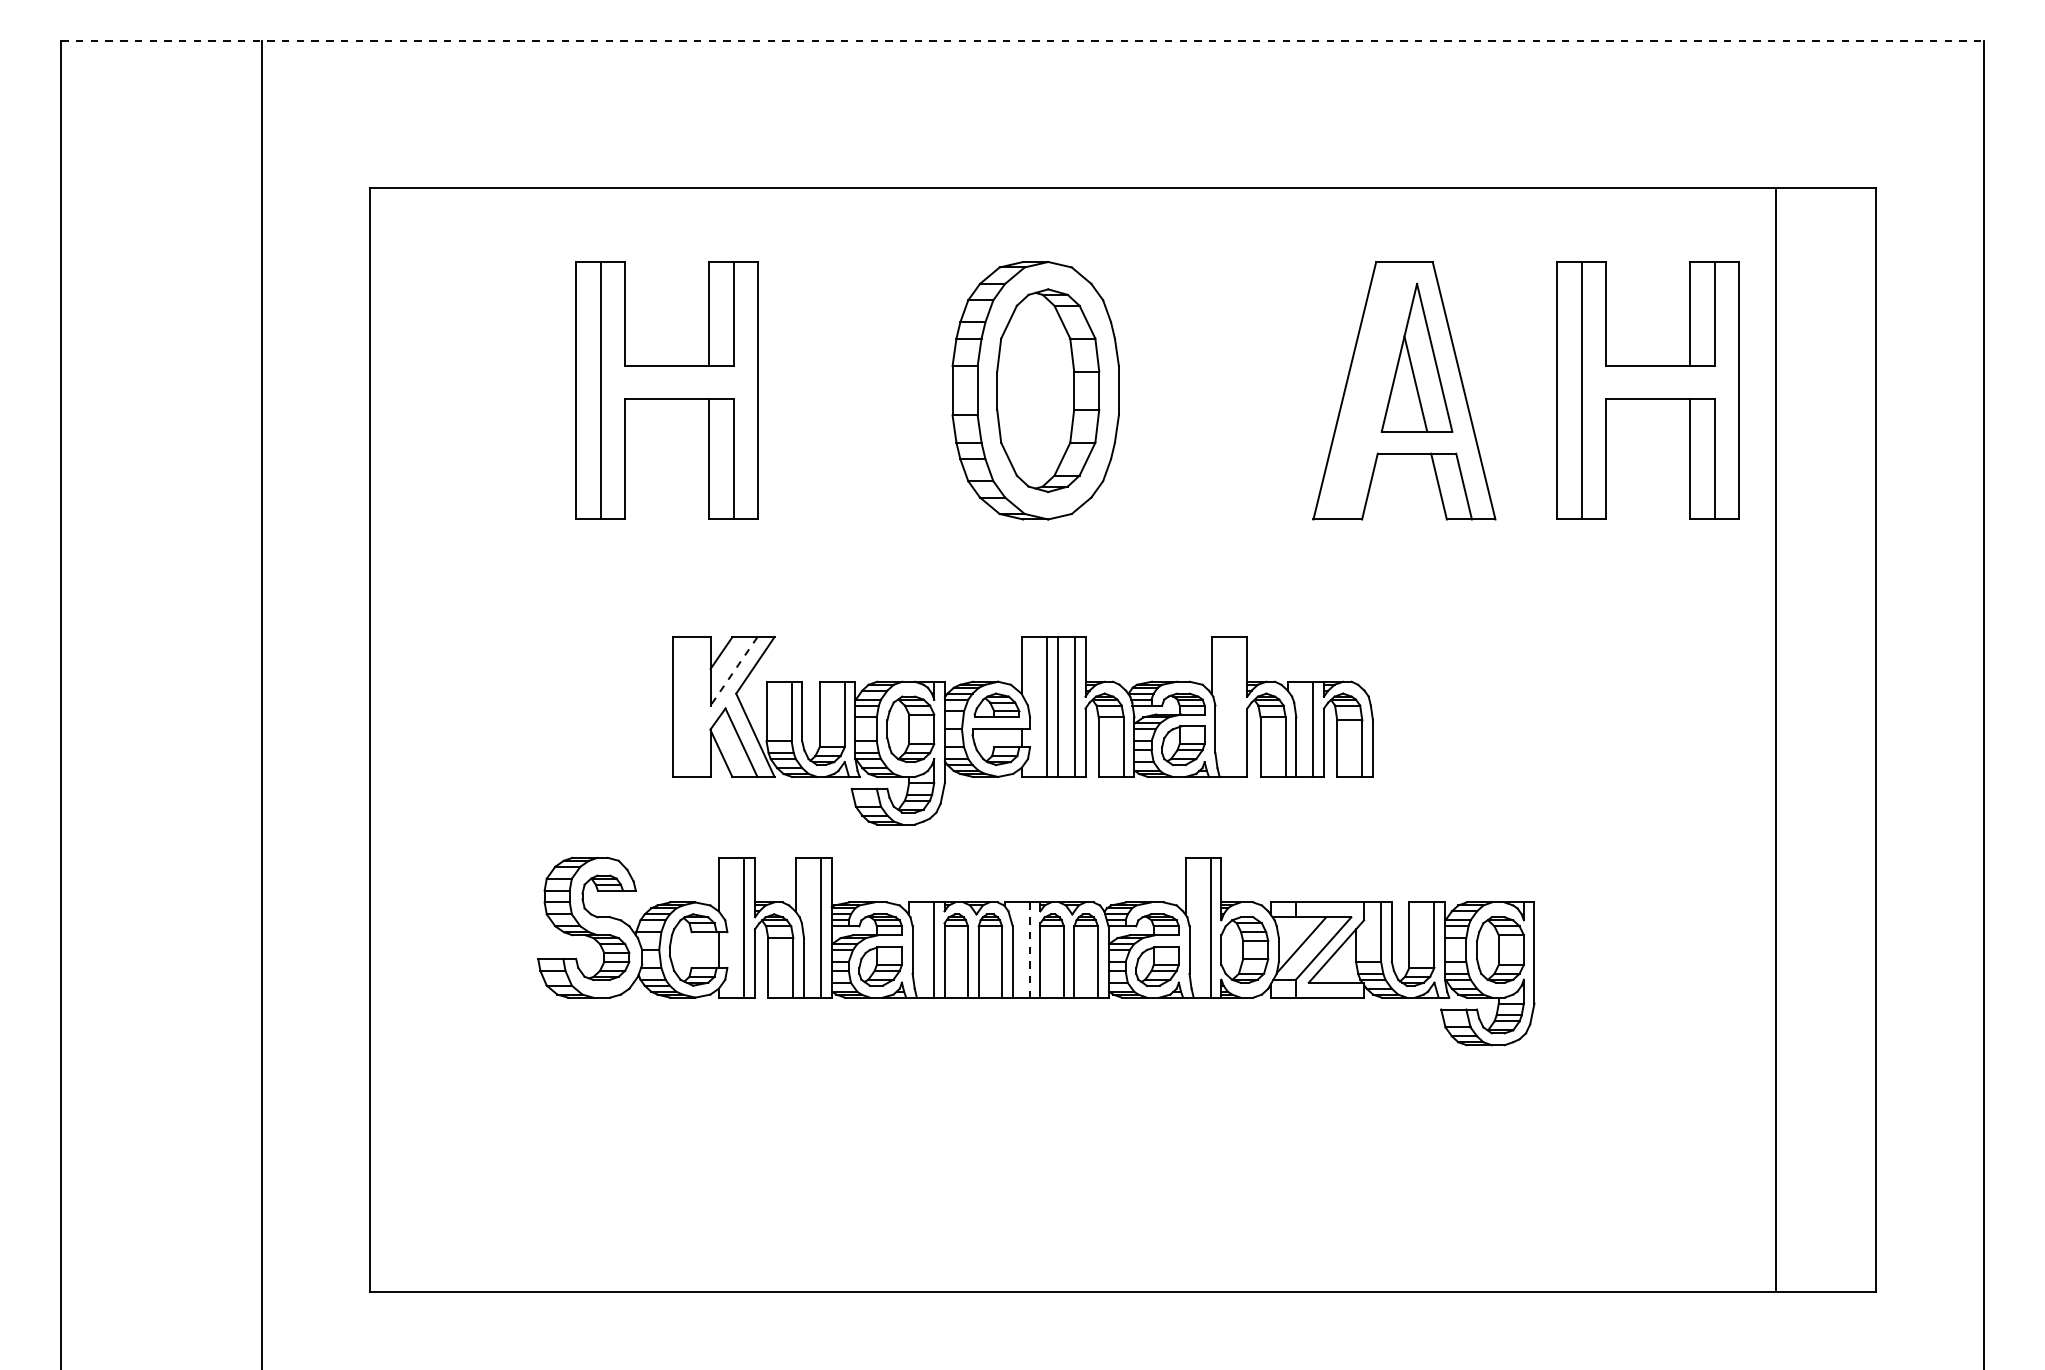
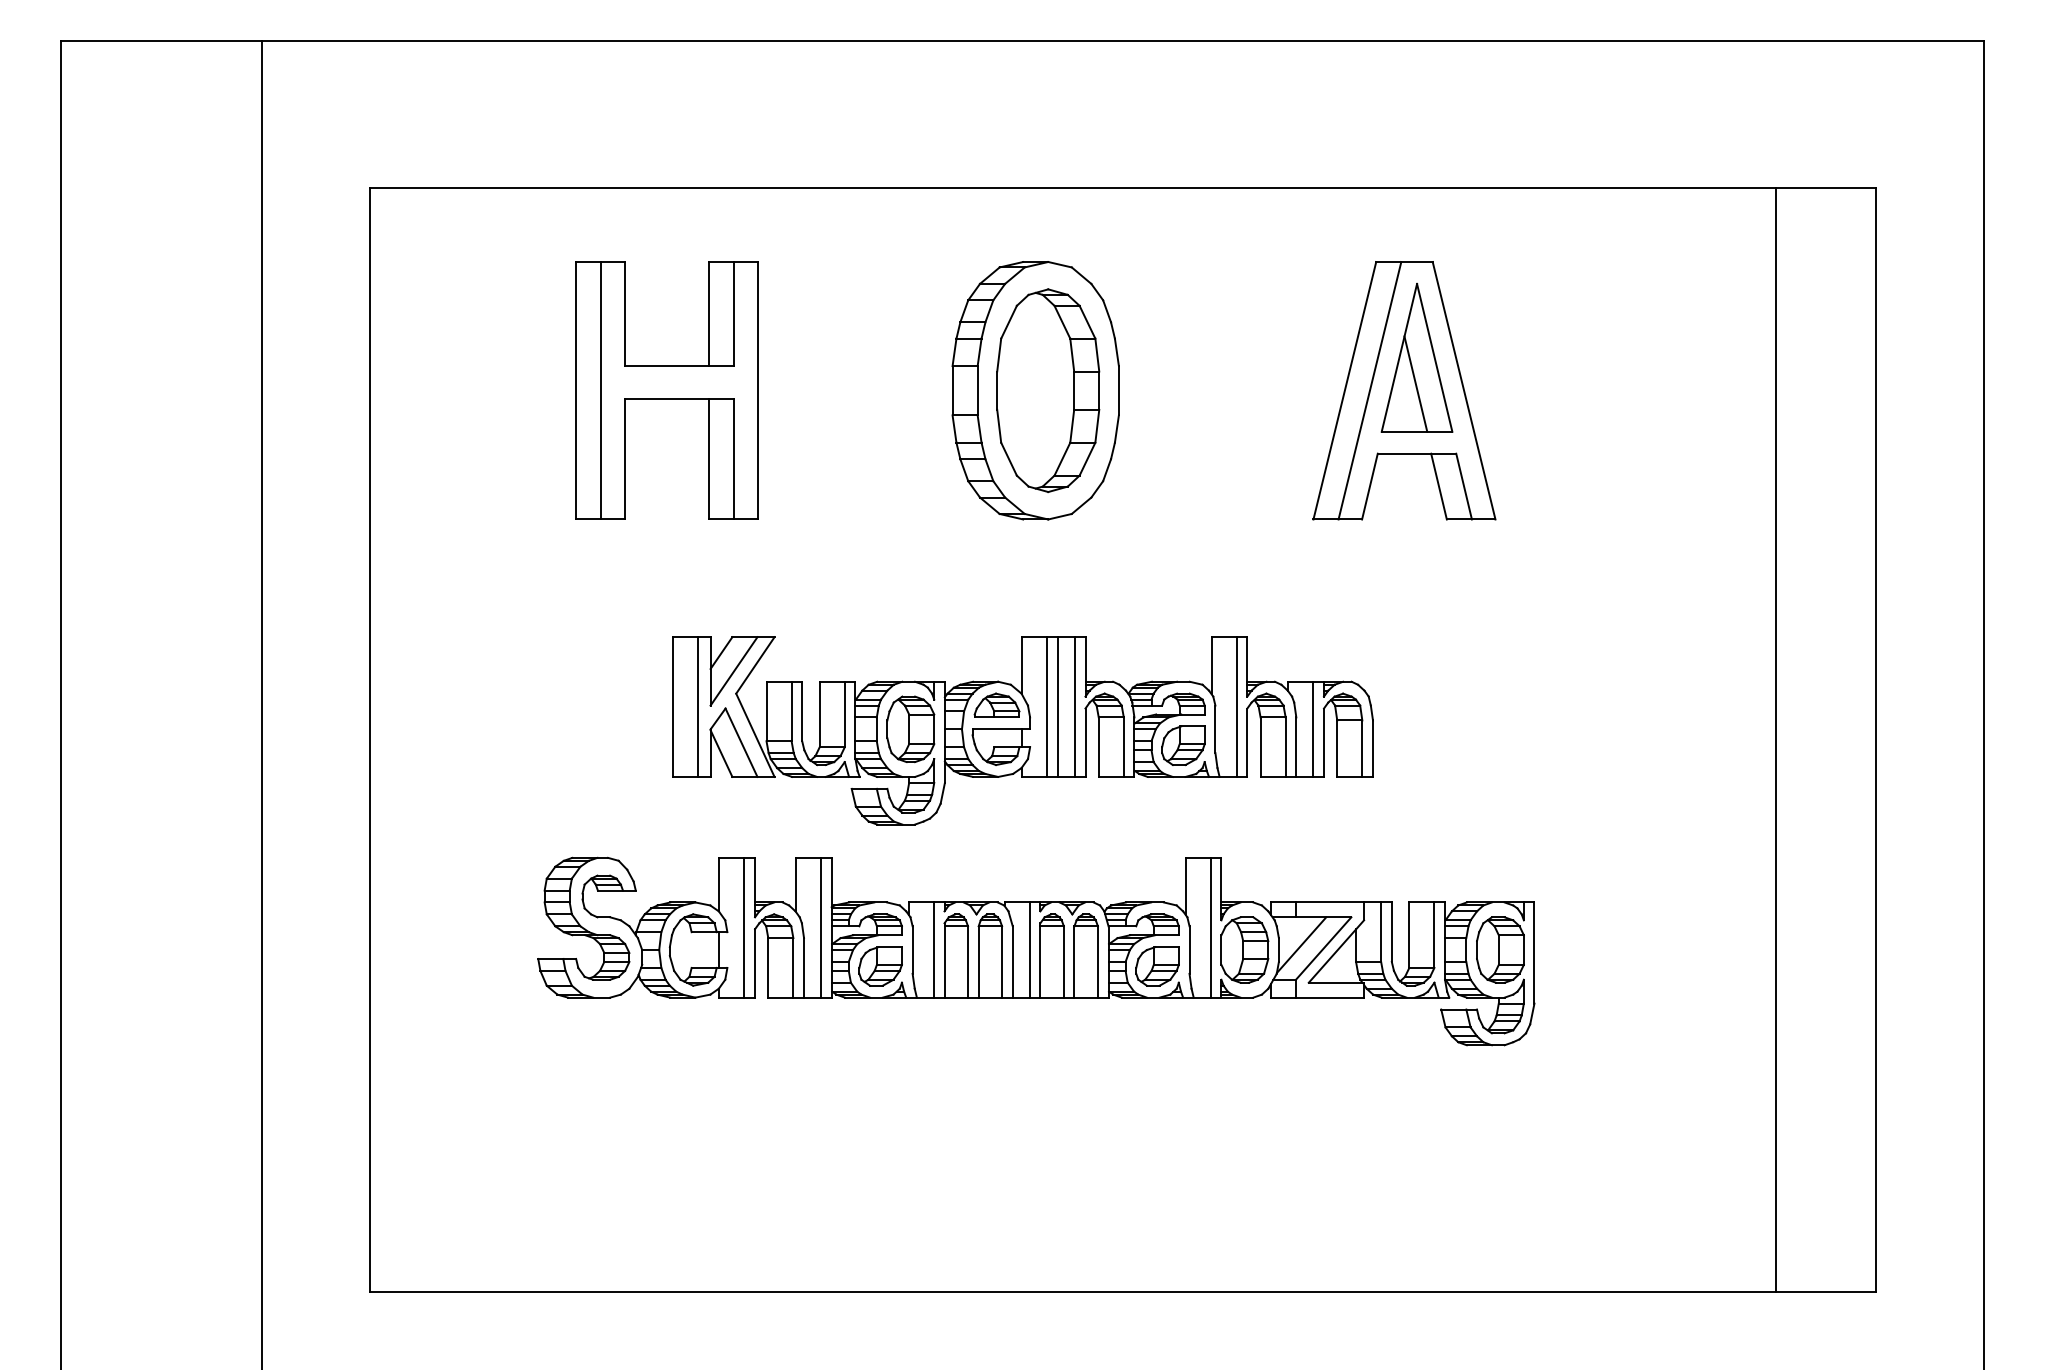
line at (1022, 41): dashed -> solid
line at (1369, 390): none -> present
part at (1647, 390): present -> none
line at (733, 671): dashed -> solid
line at (697, 706): none -> present
line at (1236, 706): none -> present
line at (1029, 950): dashed -> solid
